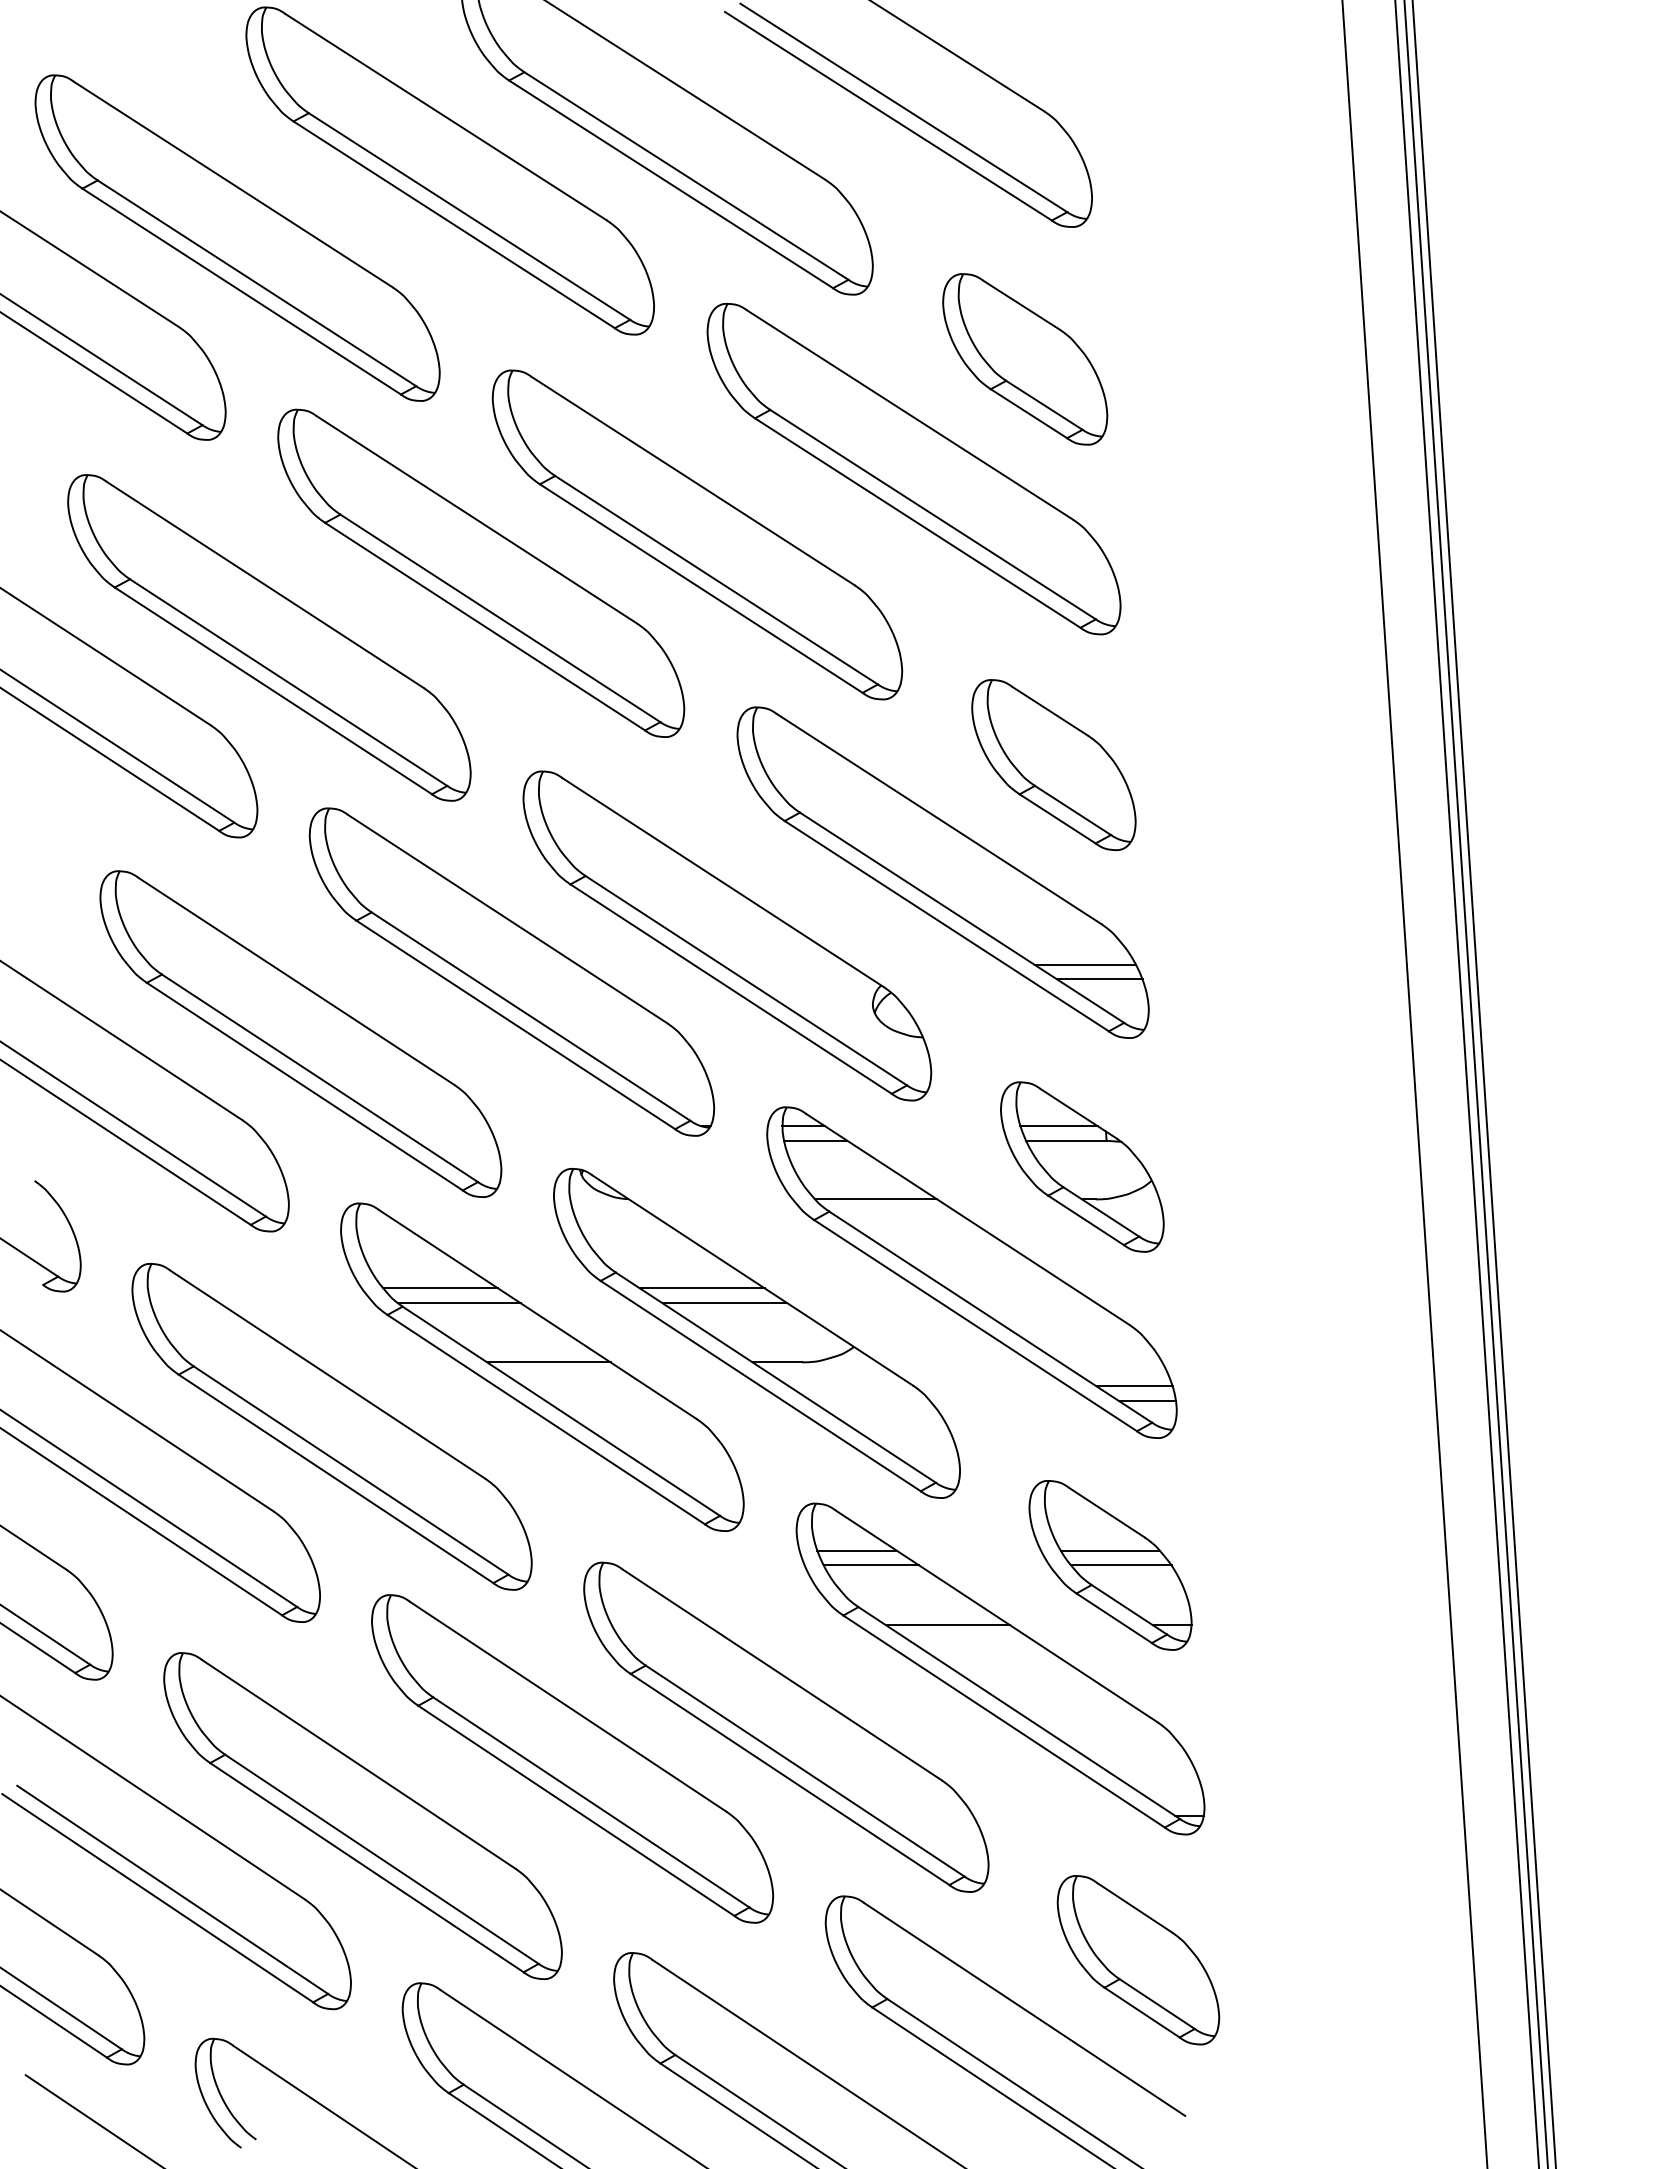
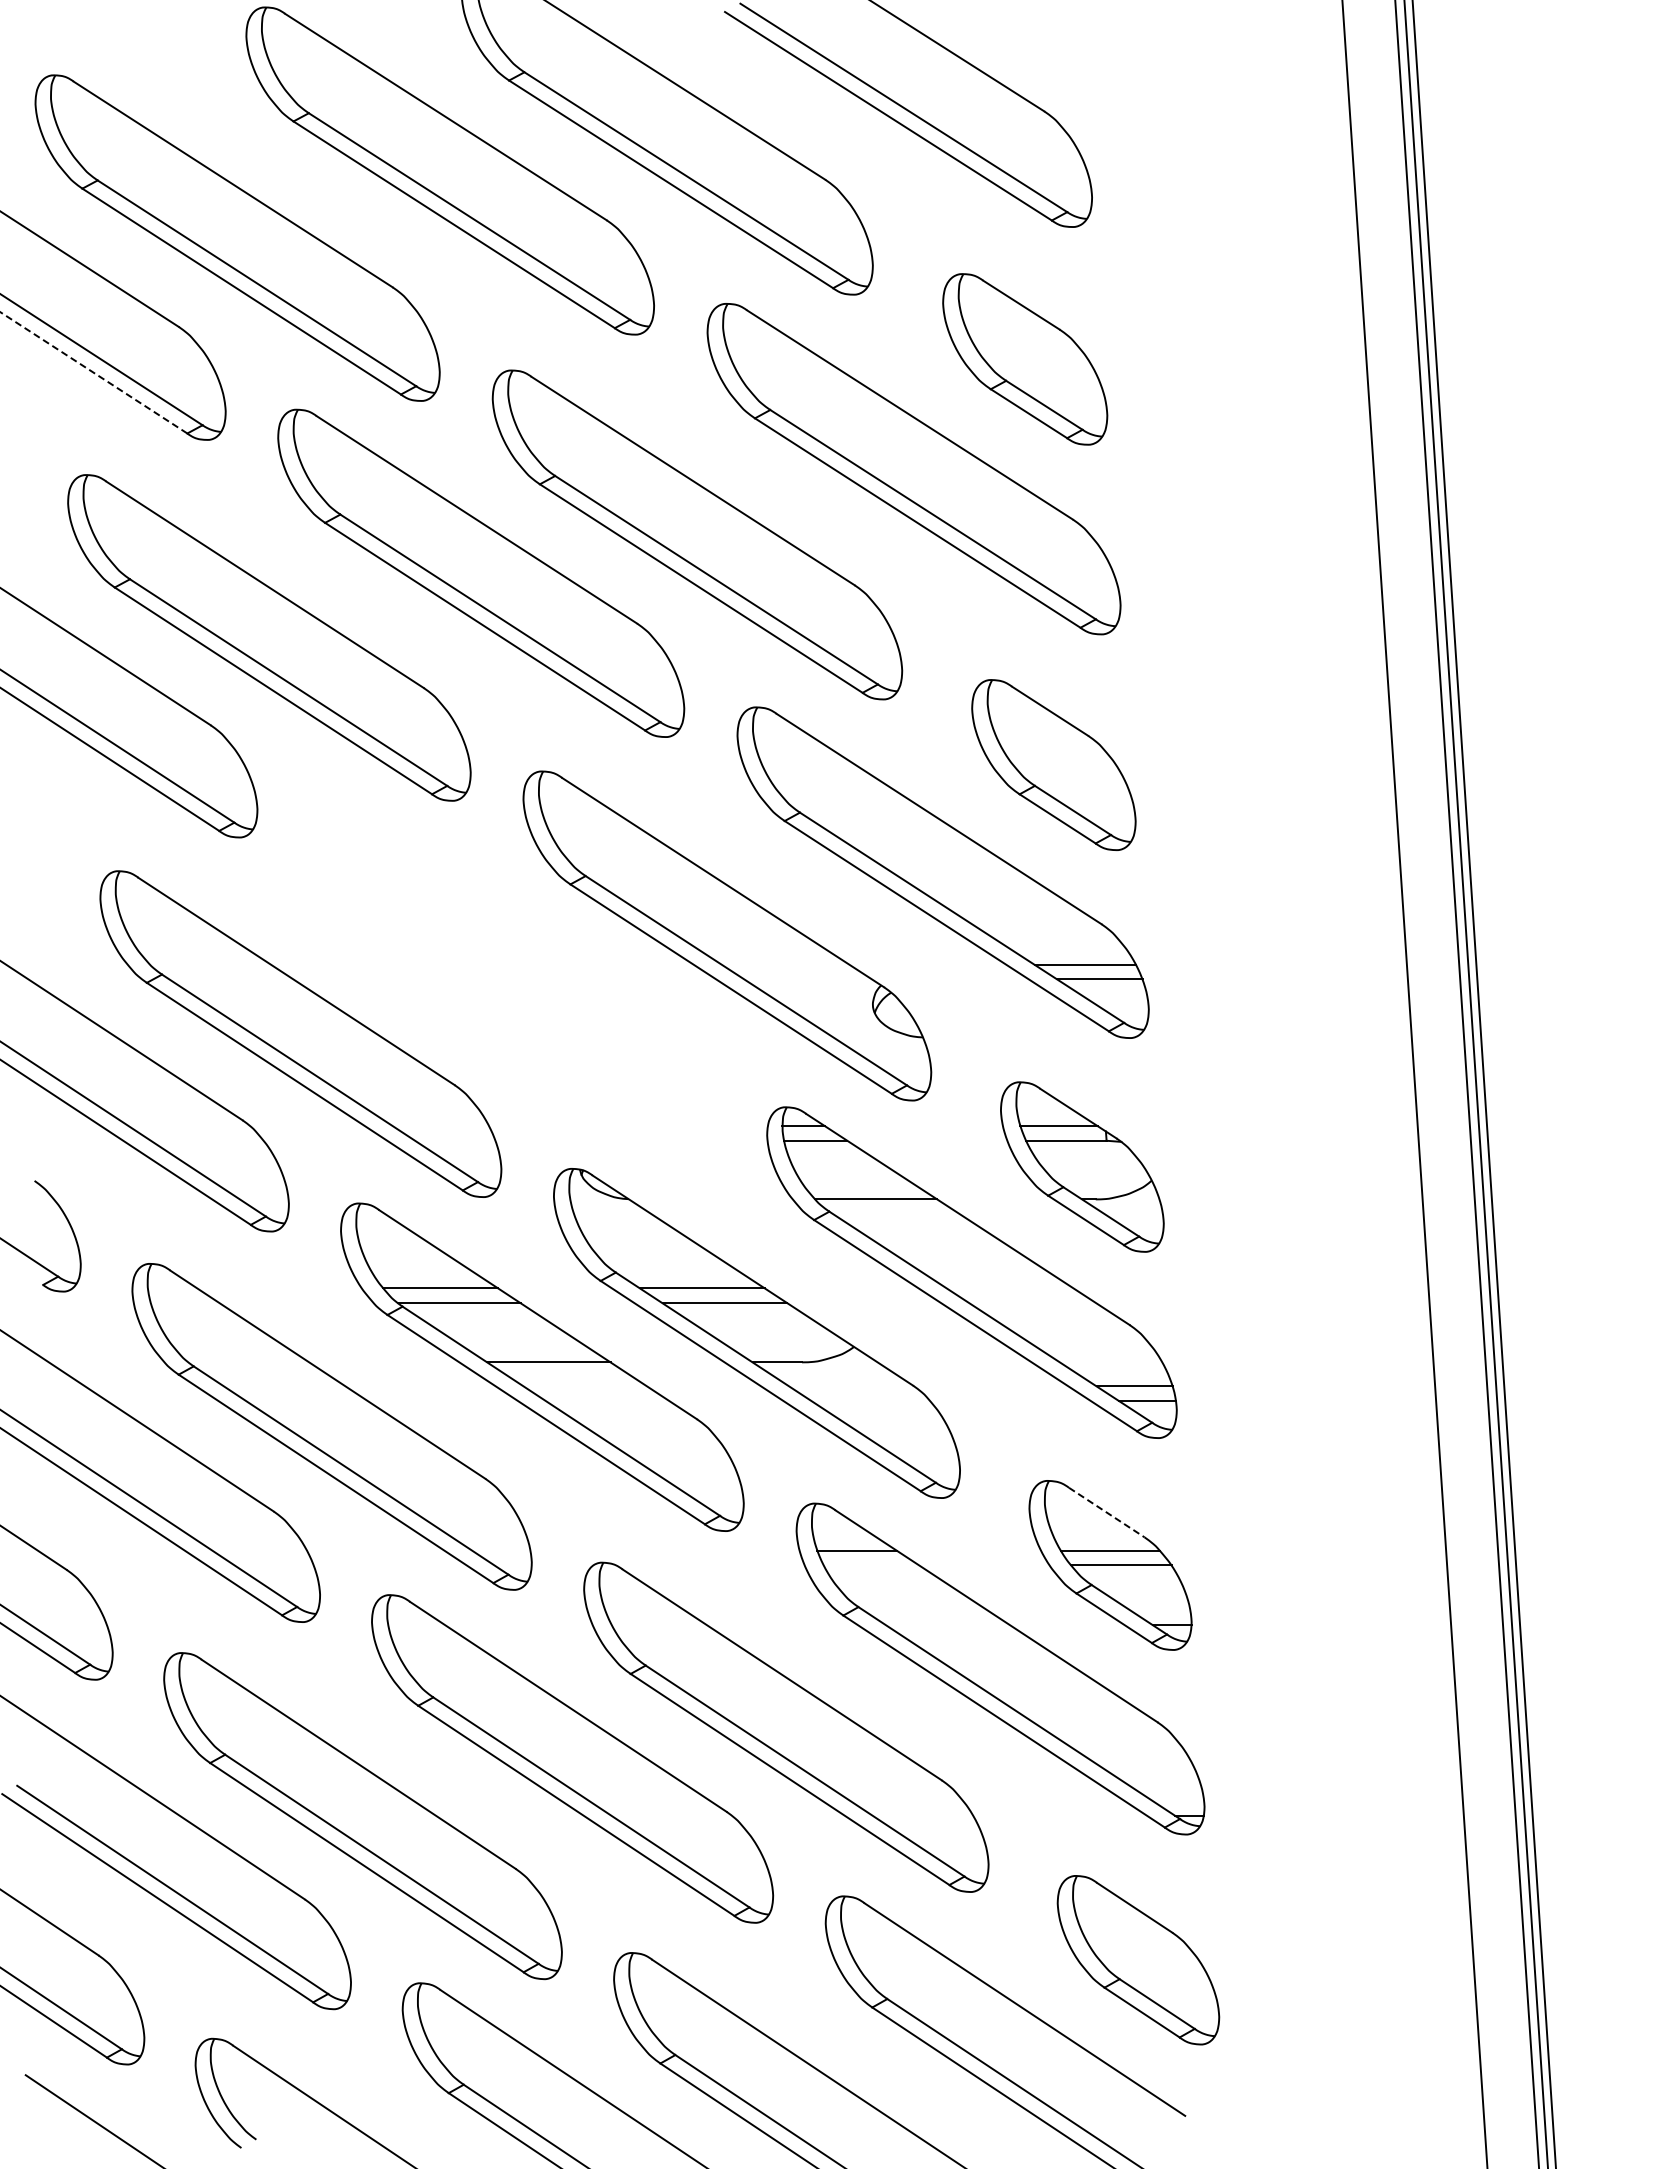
line at (93, 372): solid -> dashed
part at (511, 971): present -> none
line at (1107, 1512): solid -> dashed
line at (871, 1565): present -> none
line at (948, 1625): present -> none
